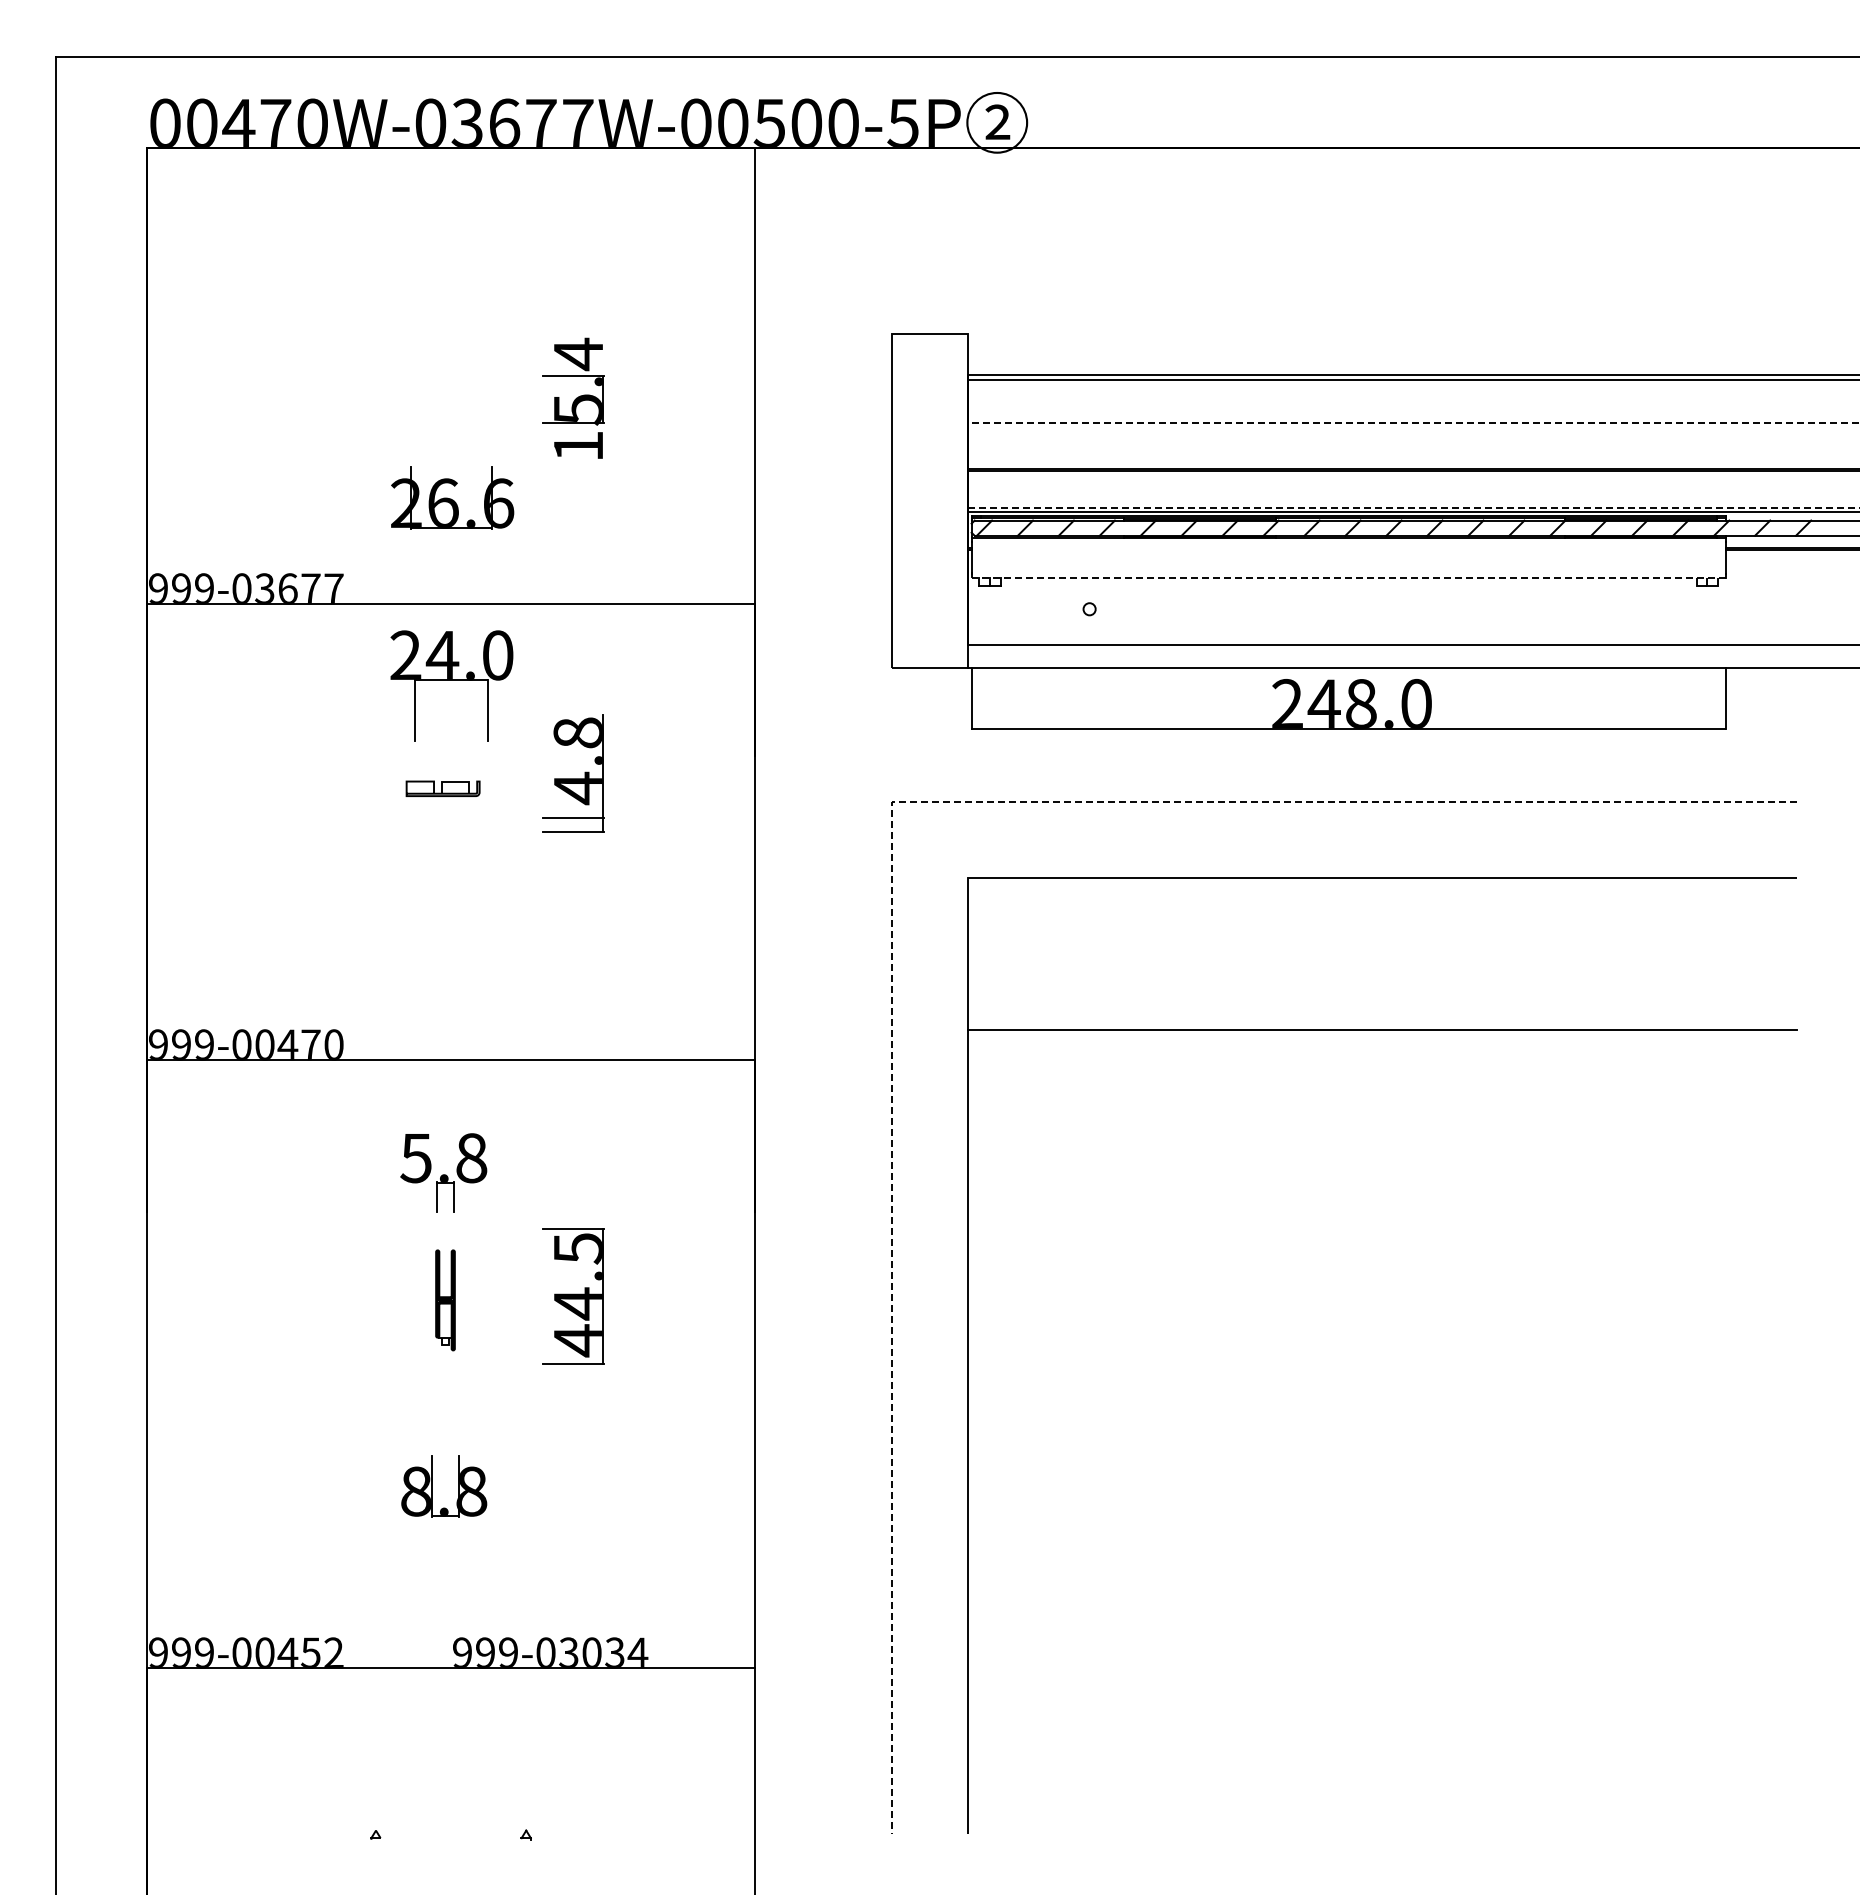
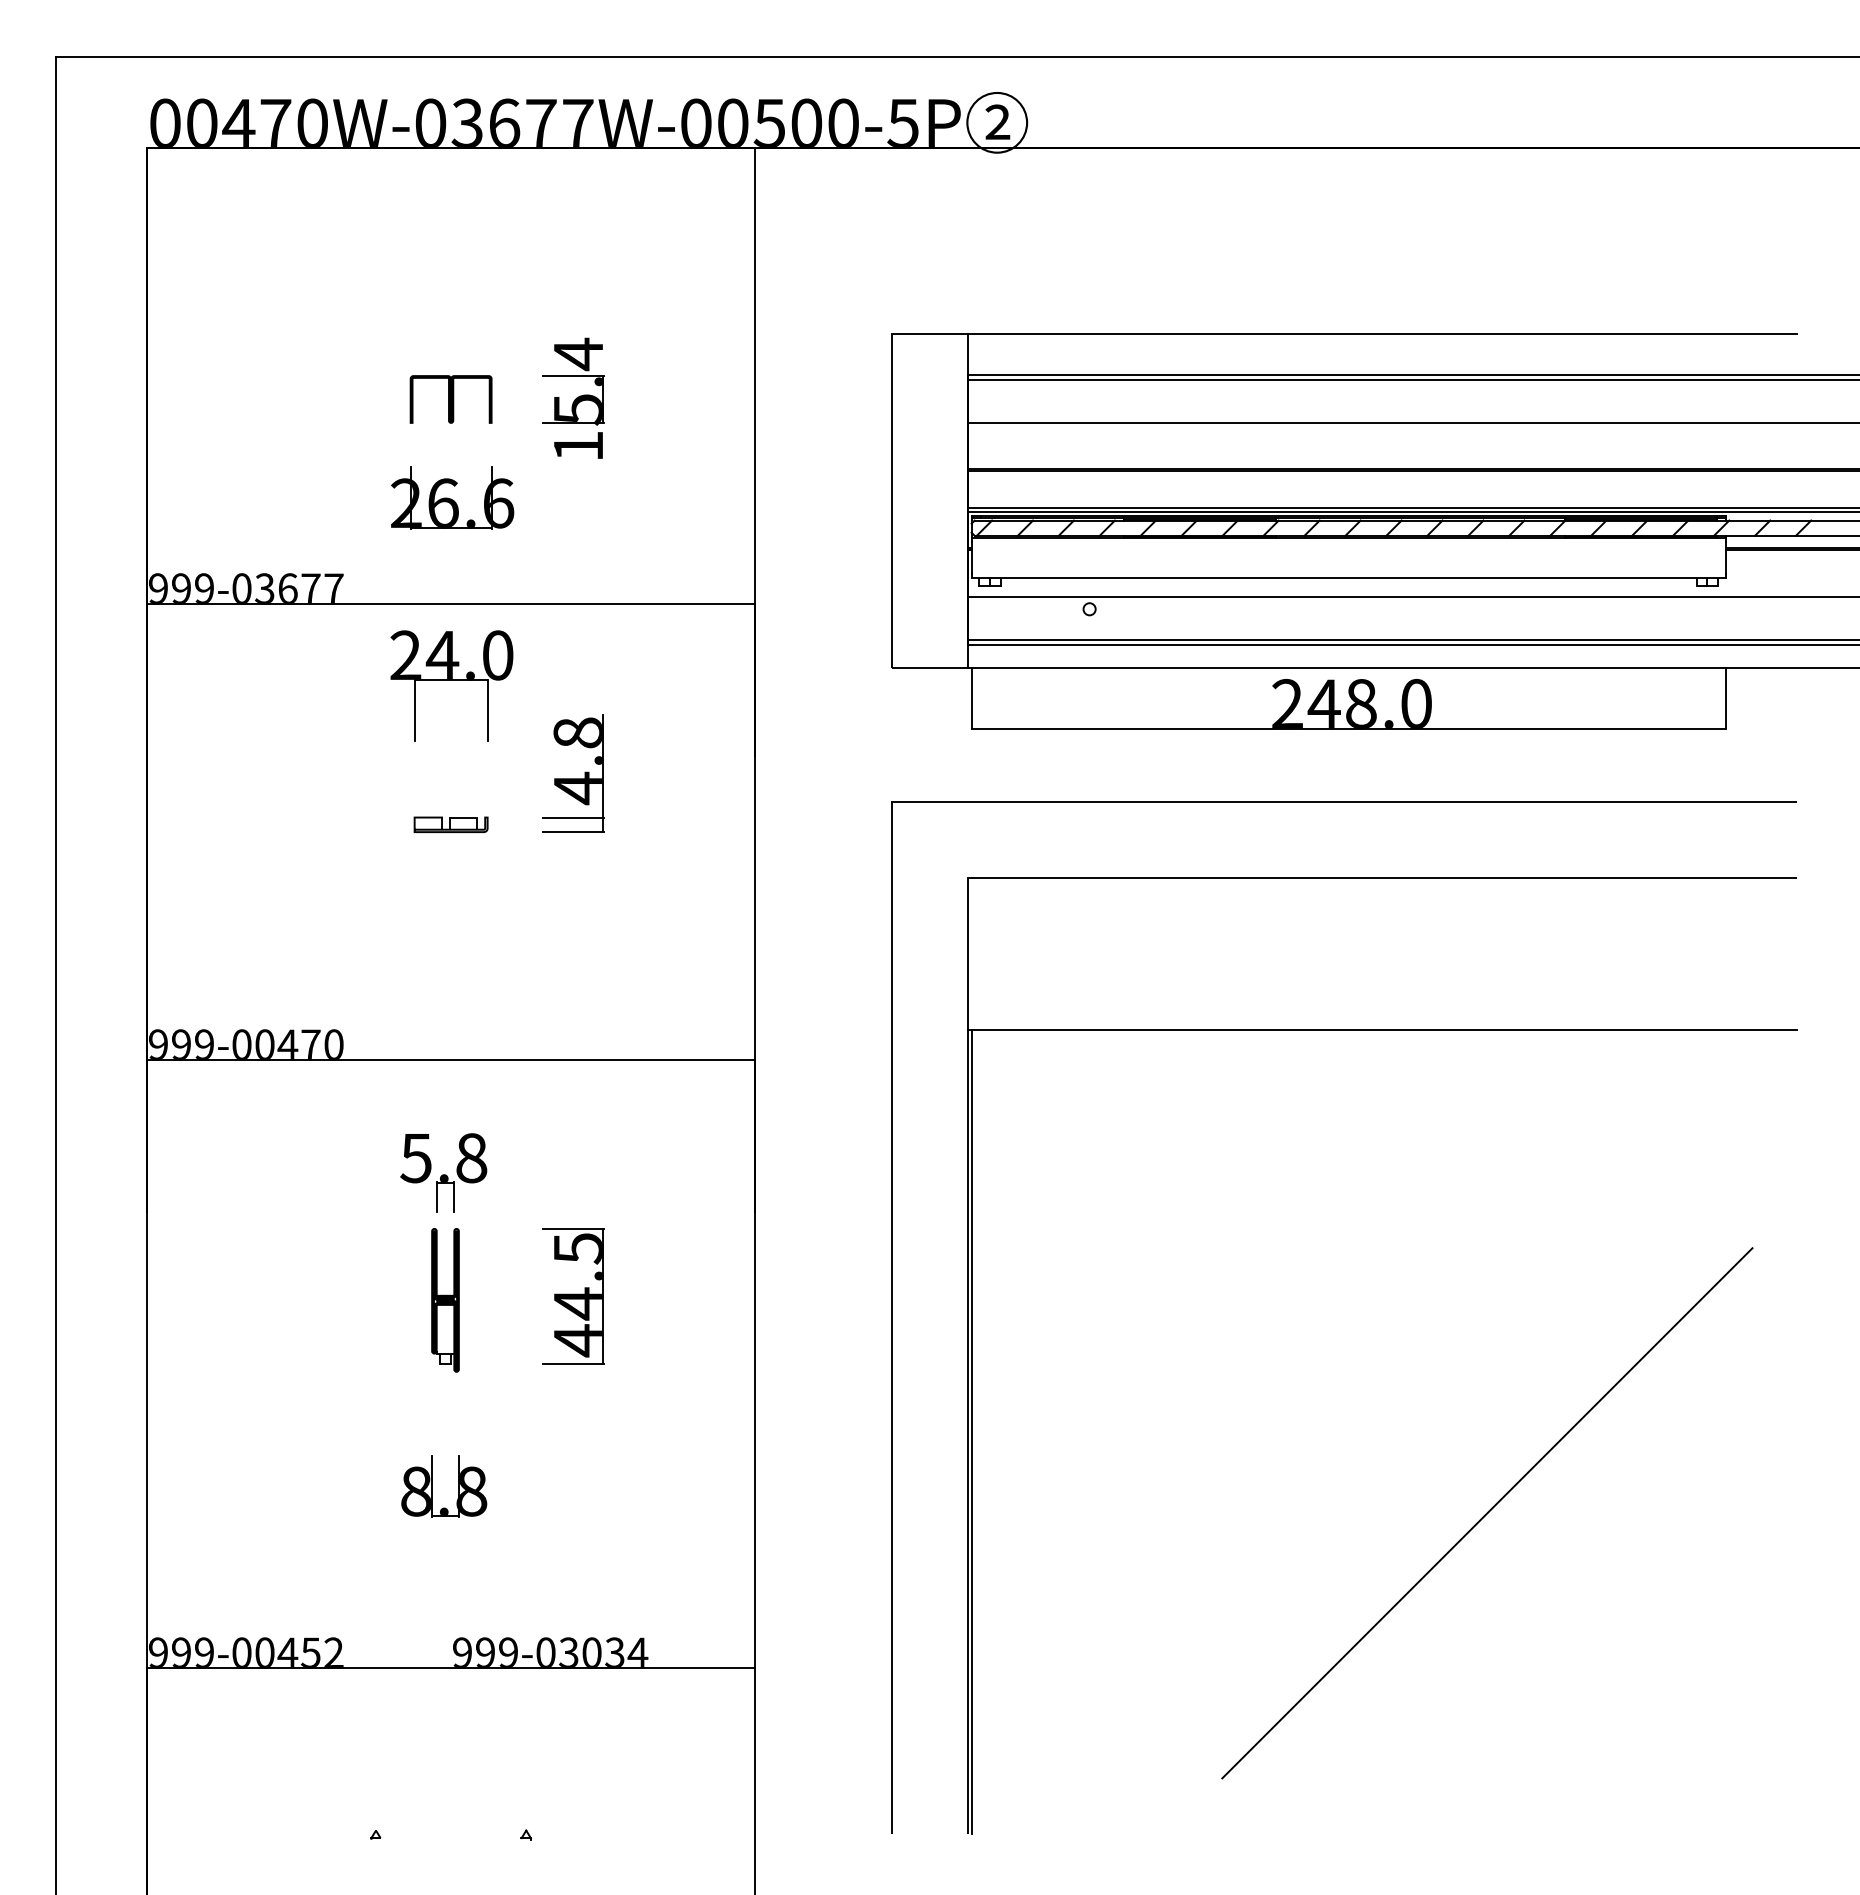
line at (1382, 333): none -> present
part at (450, 399): none -> present
line at (1413, 422): dashed -> solid
line at (1413, 507): dashed -> solid
line at (1348, 577): dashed -> solid
line at (1412, 597): none -> present
line at (1412, 639): none -> present
part at (442, 788) position: (442, 788) -> (450, 824)
line at (891, 865): dashed -> solid
part at (445, 1300) size: 21x103 px -> 29x145 px
line at (971, 1431): none -> present
line at (1487, 1513): none -> present
